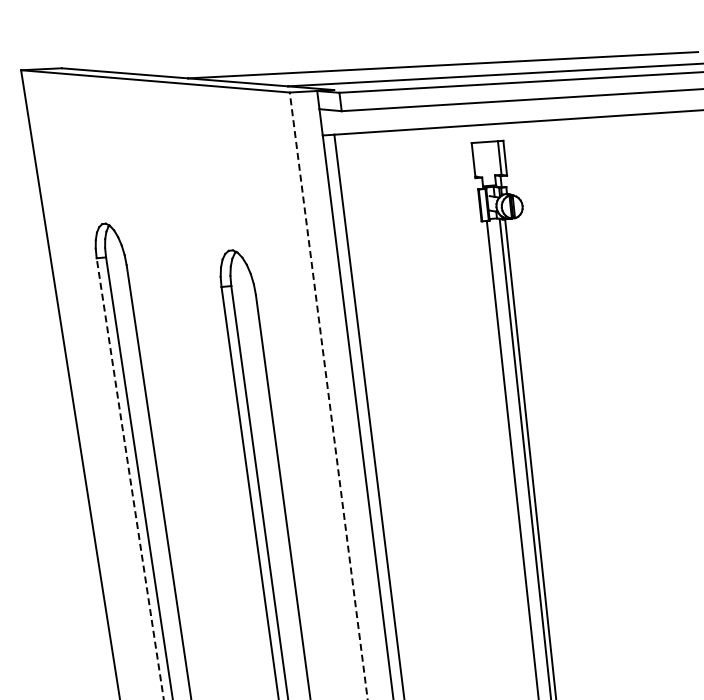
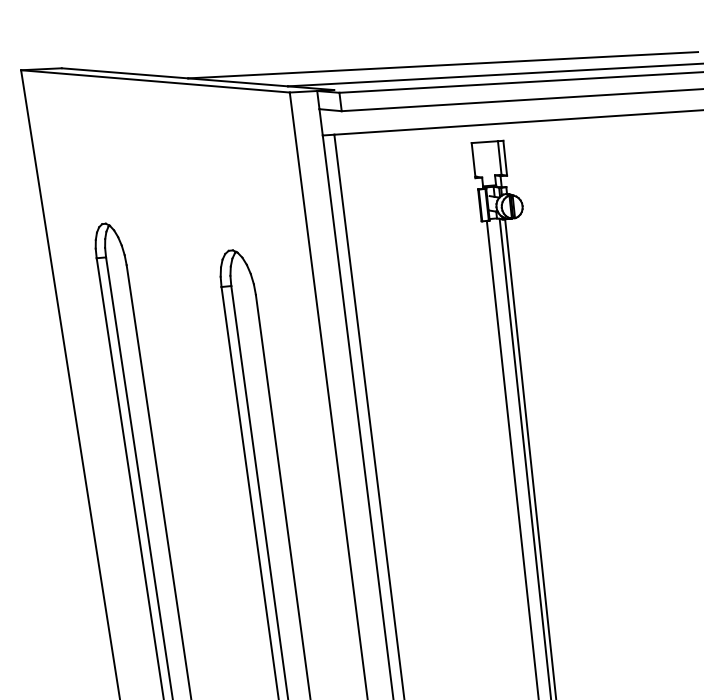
line at (328, 396): dashed -> solid
line at (130, 478): dashed -> solid
